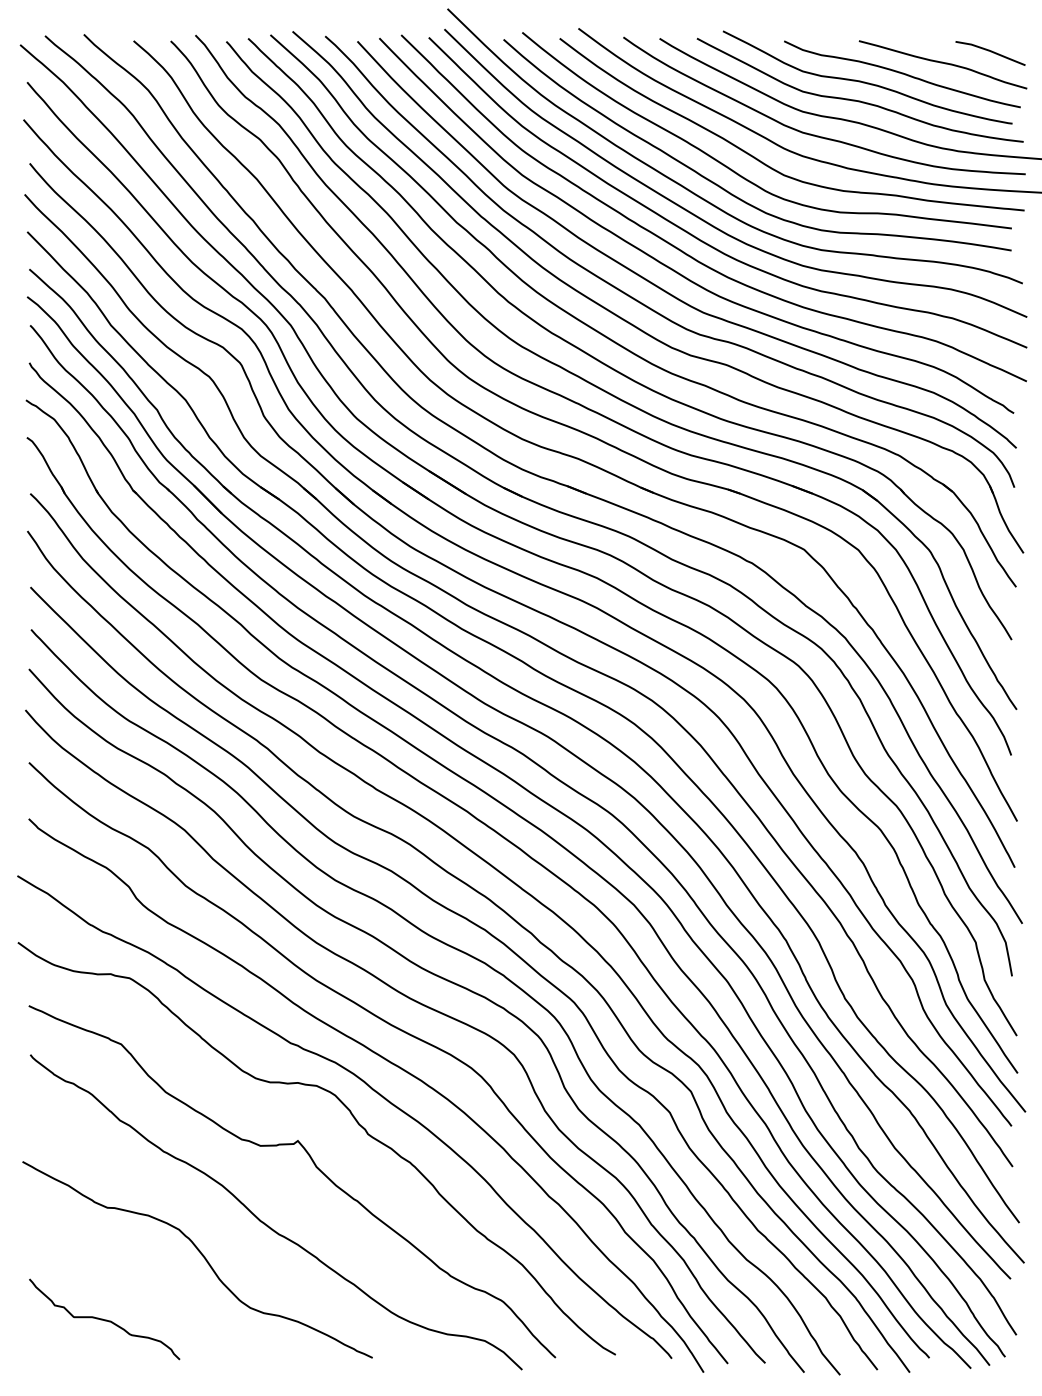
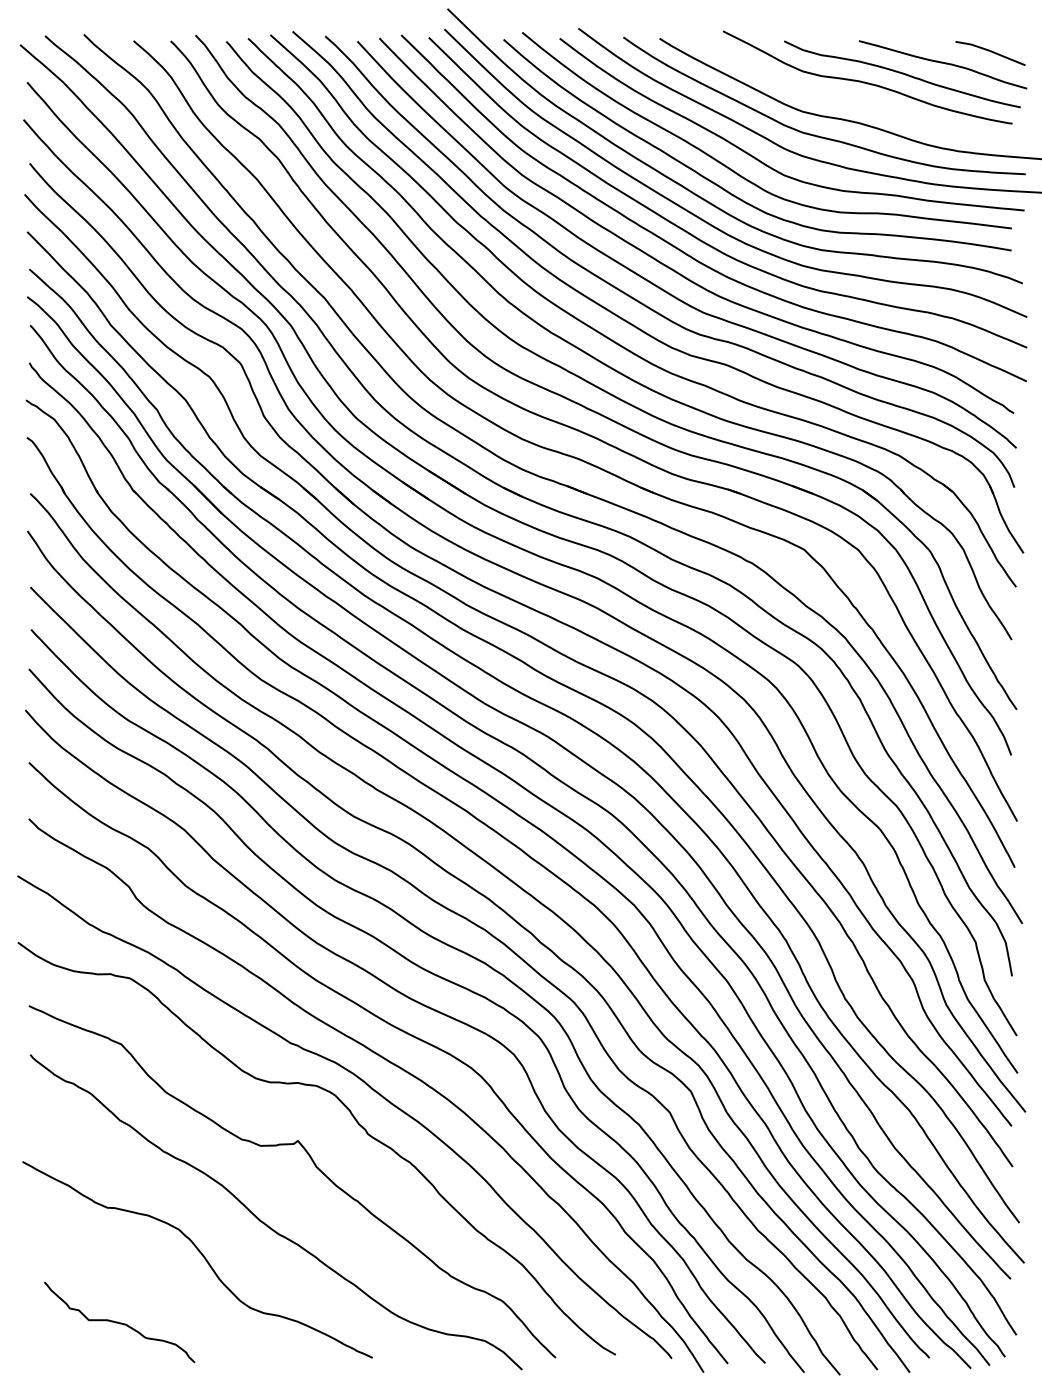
curve at (855, 99): present -> none
curve at (104, 1319) position: (104, 1319) -> (119, 1322)
